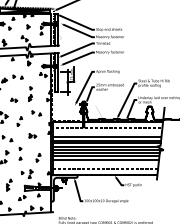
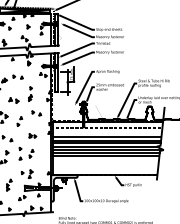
part at (14, 99) size: 9x6 px -> 12x7 px
part at (38, 157) position: (38, 157) -> (31, 153)
line at (105, 159): present -> none
line at (105, 168): present -> none
